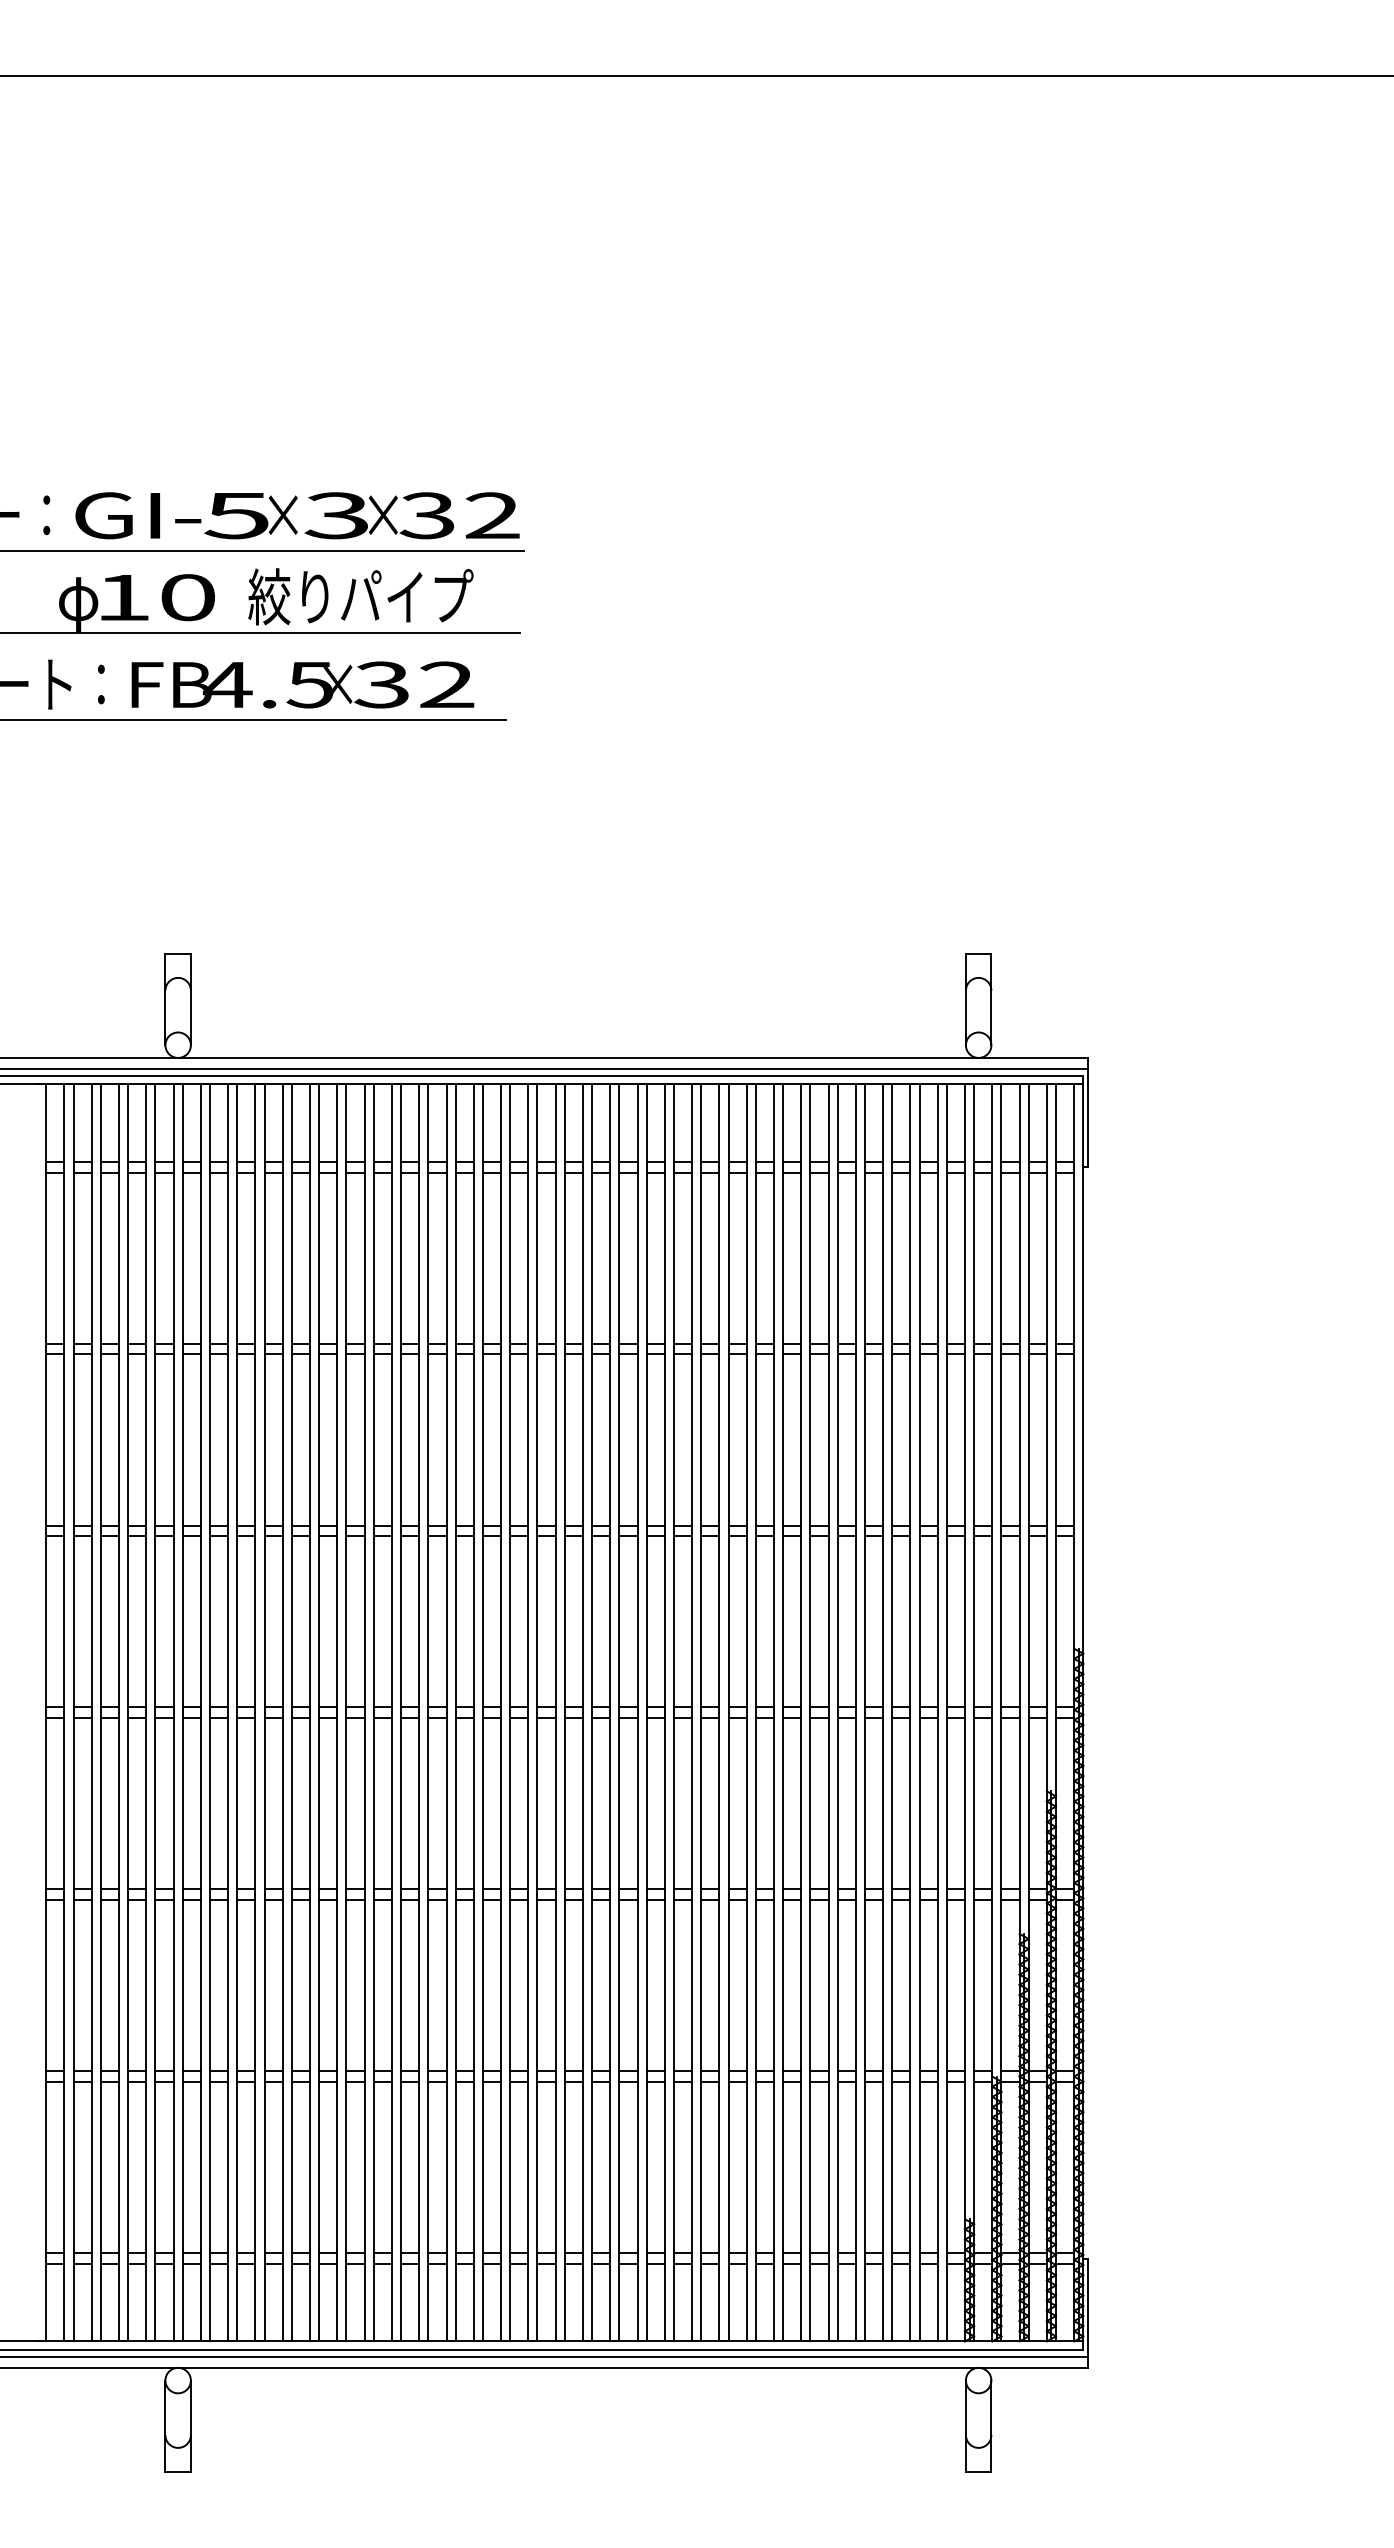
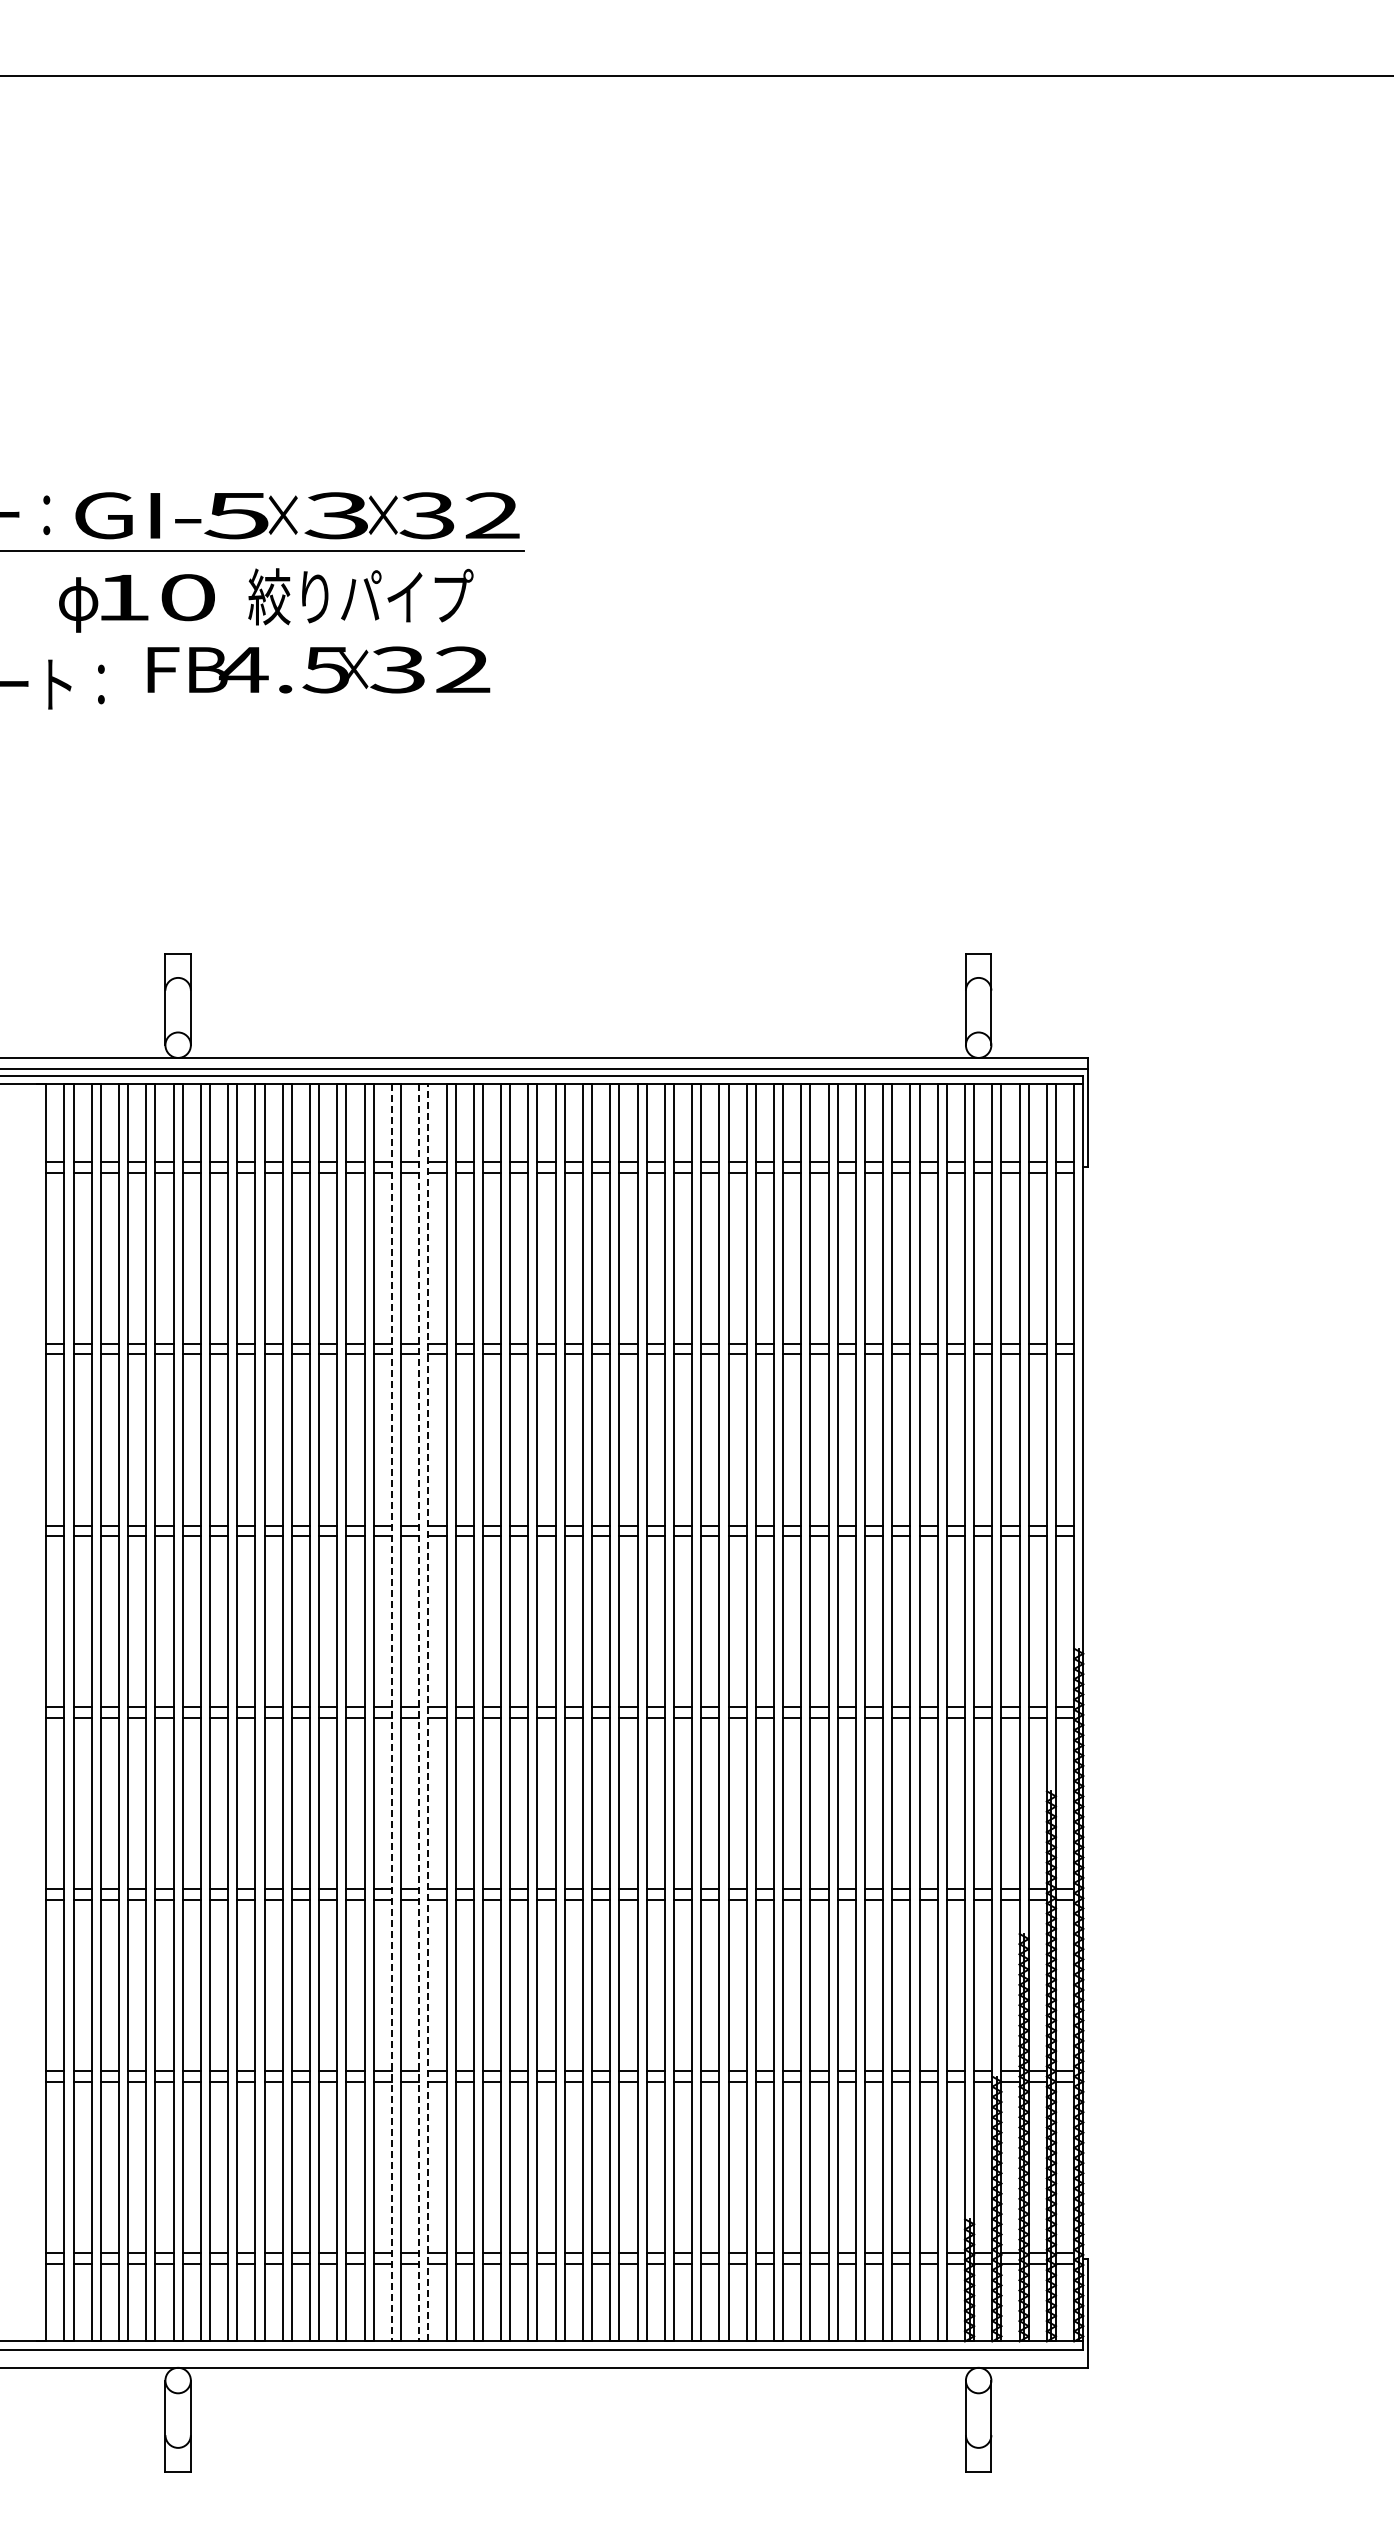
line at (260, 633): present -> none
text at (302, 684) position: (302, 684) -> (318, 669)
line at (254, 720): present -> none
line at (391, 1712): solid -> dashed
line at (419, 1712): solid -> dashed
line at (428, 1712): solid -> dashed
line at (544, 2356): present -> none
